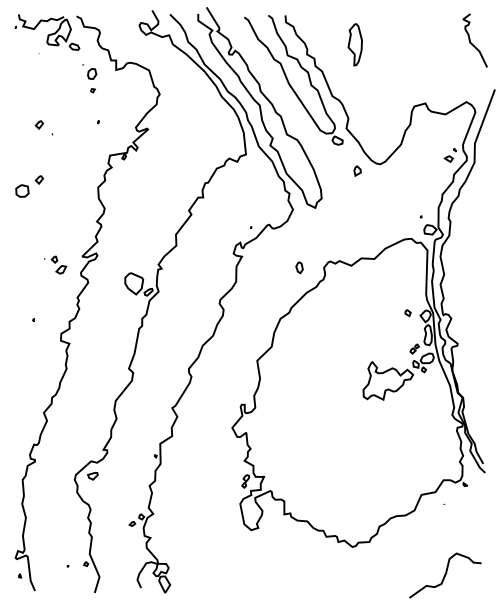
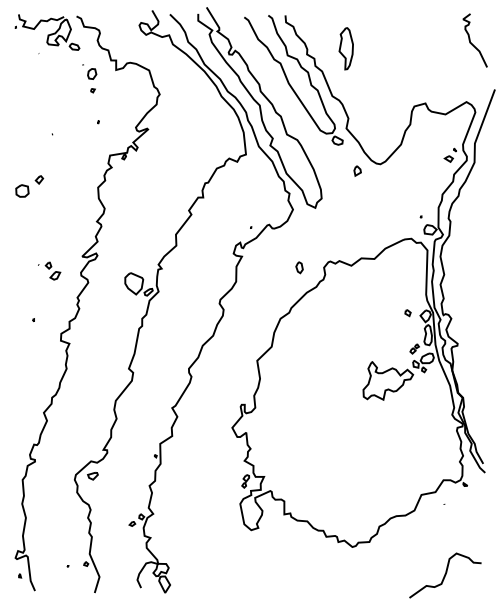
part at (354, 44) position: (354, 44) -> (345, 48)
part at (39, 124): present -> none
part at (55, 264) position: (55, 264) -> (49, 270)
